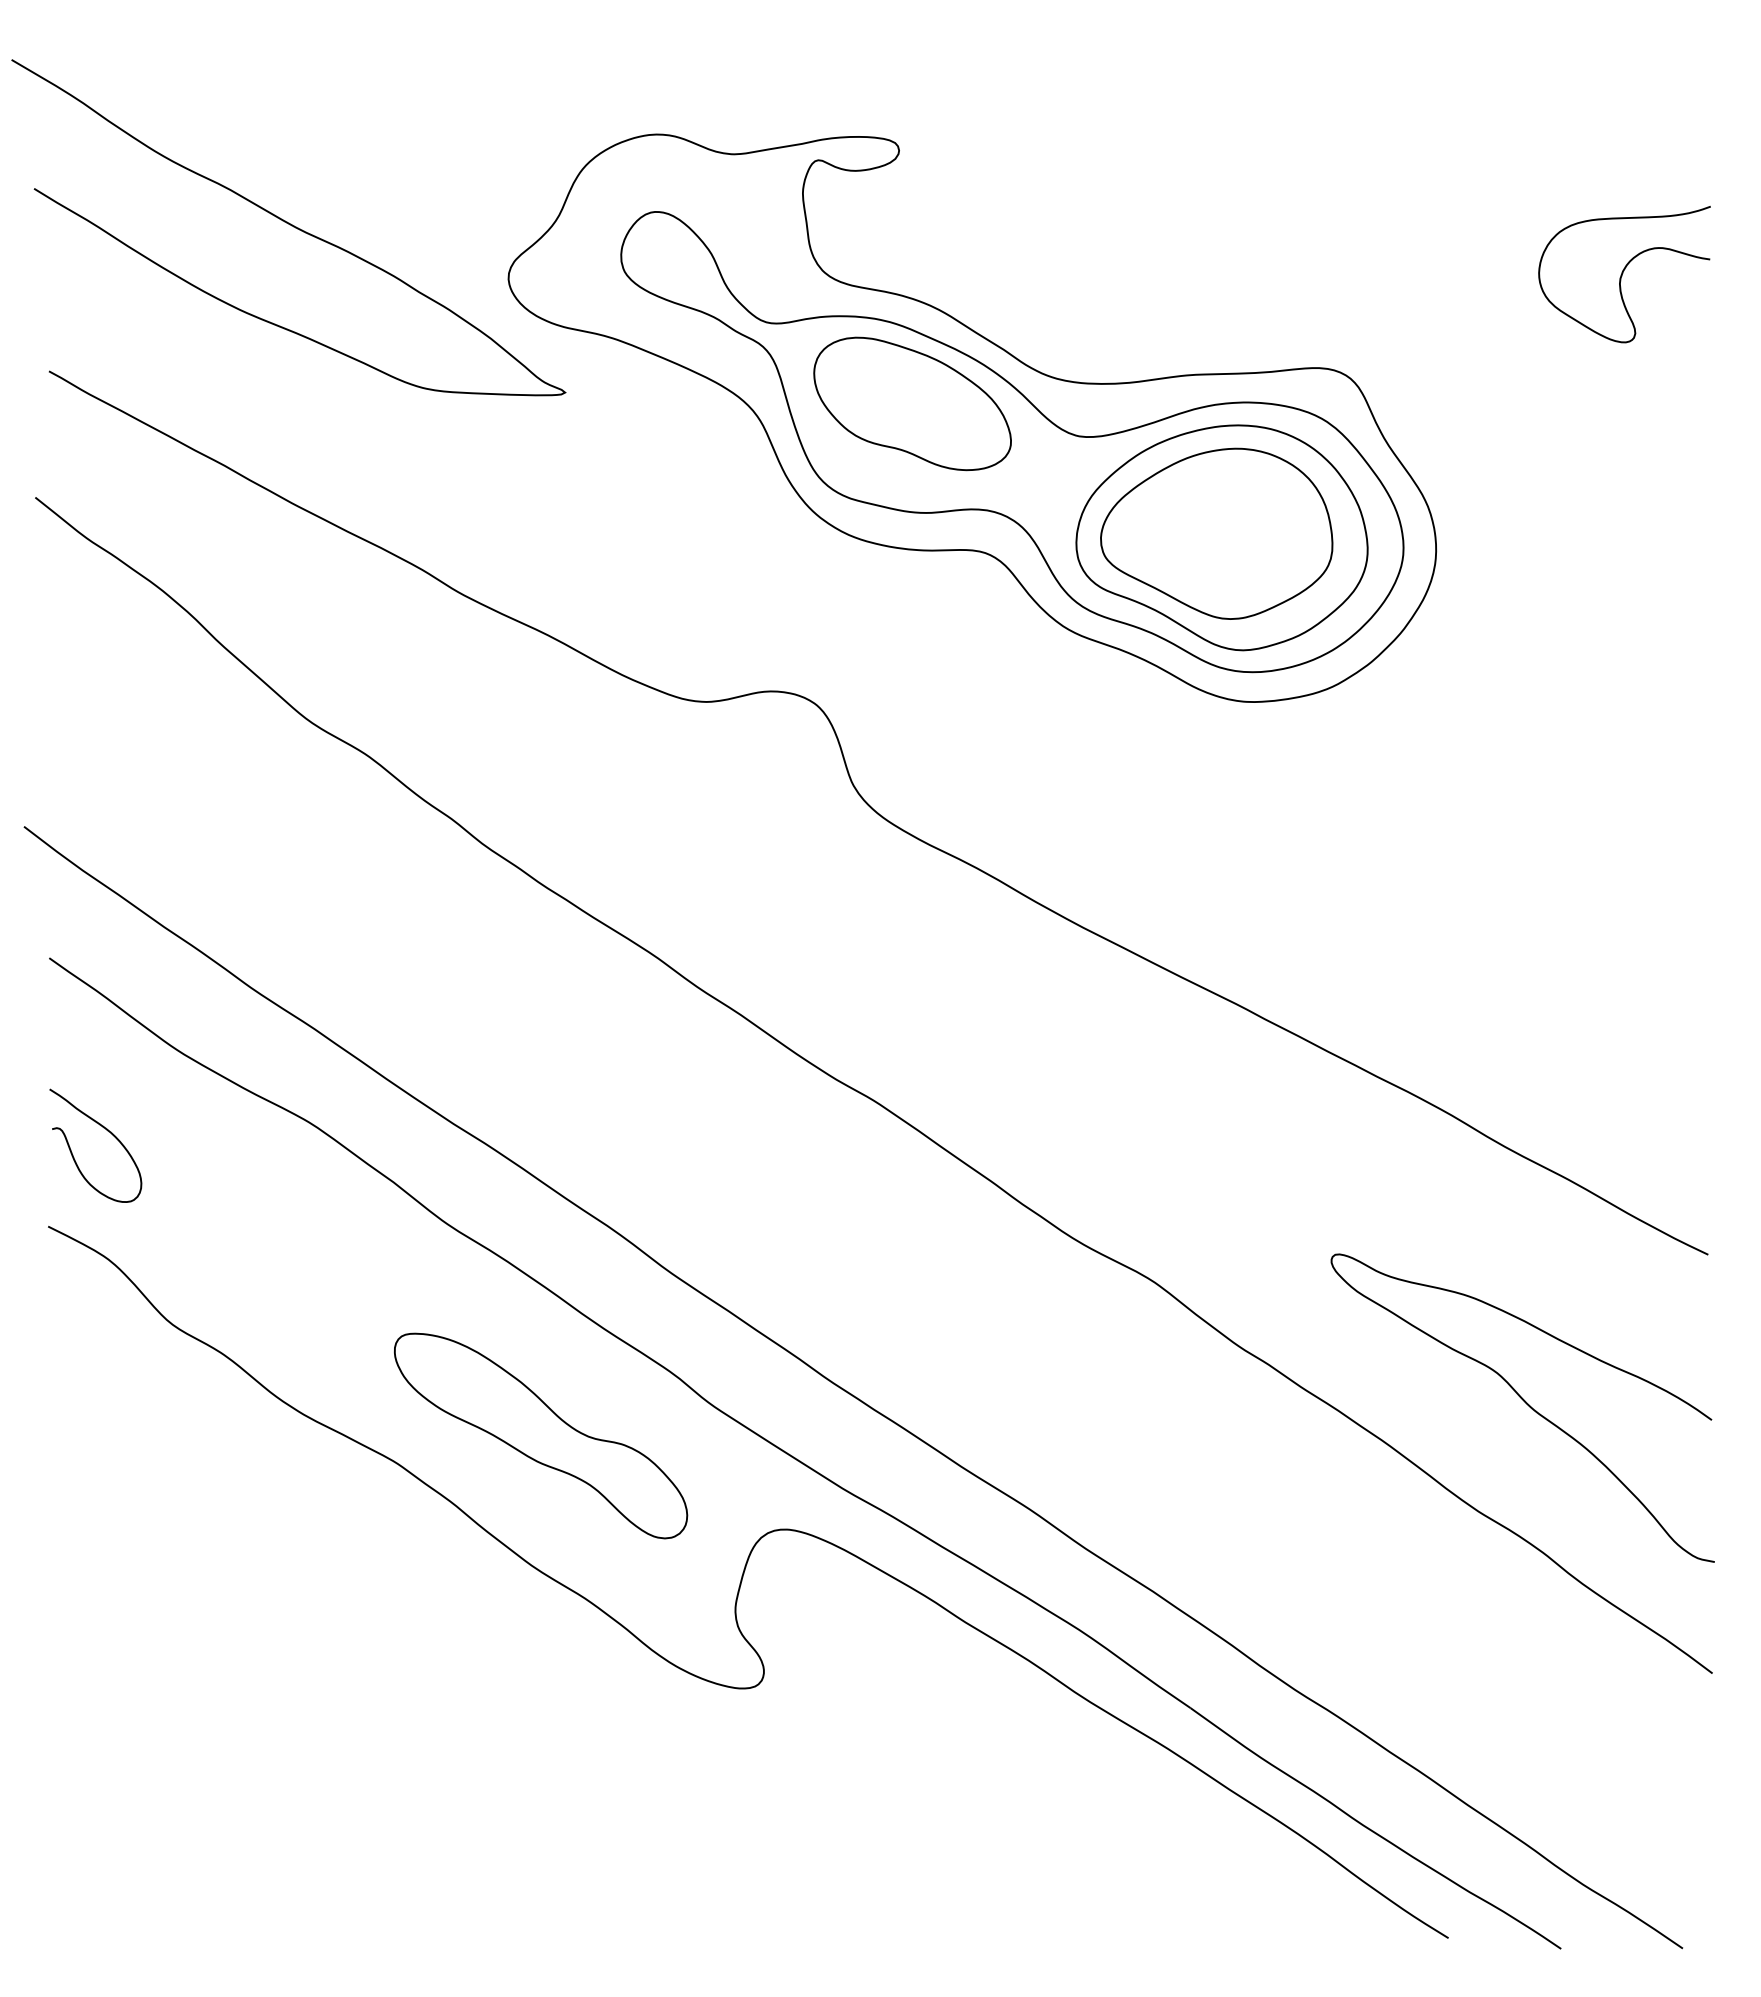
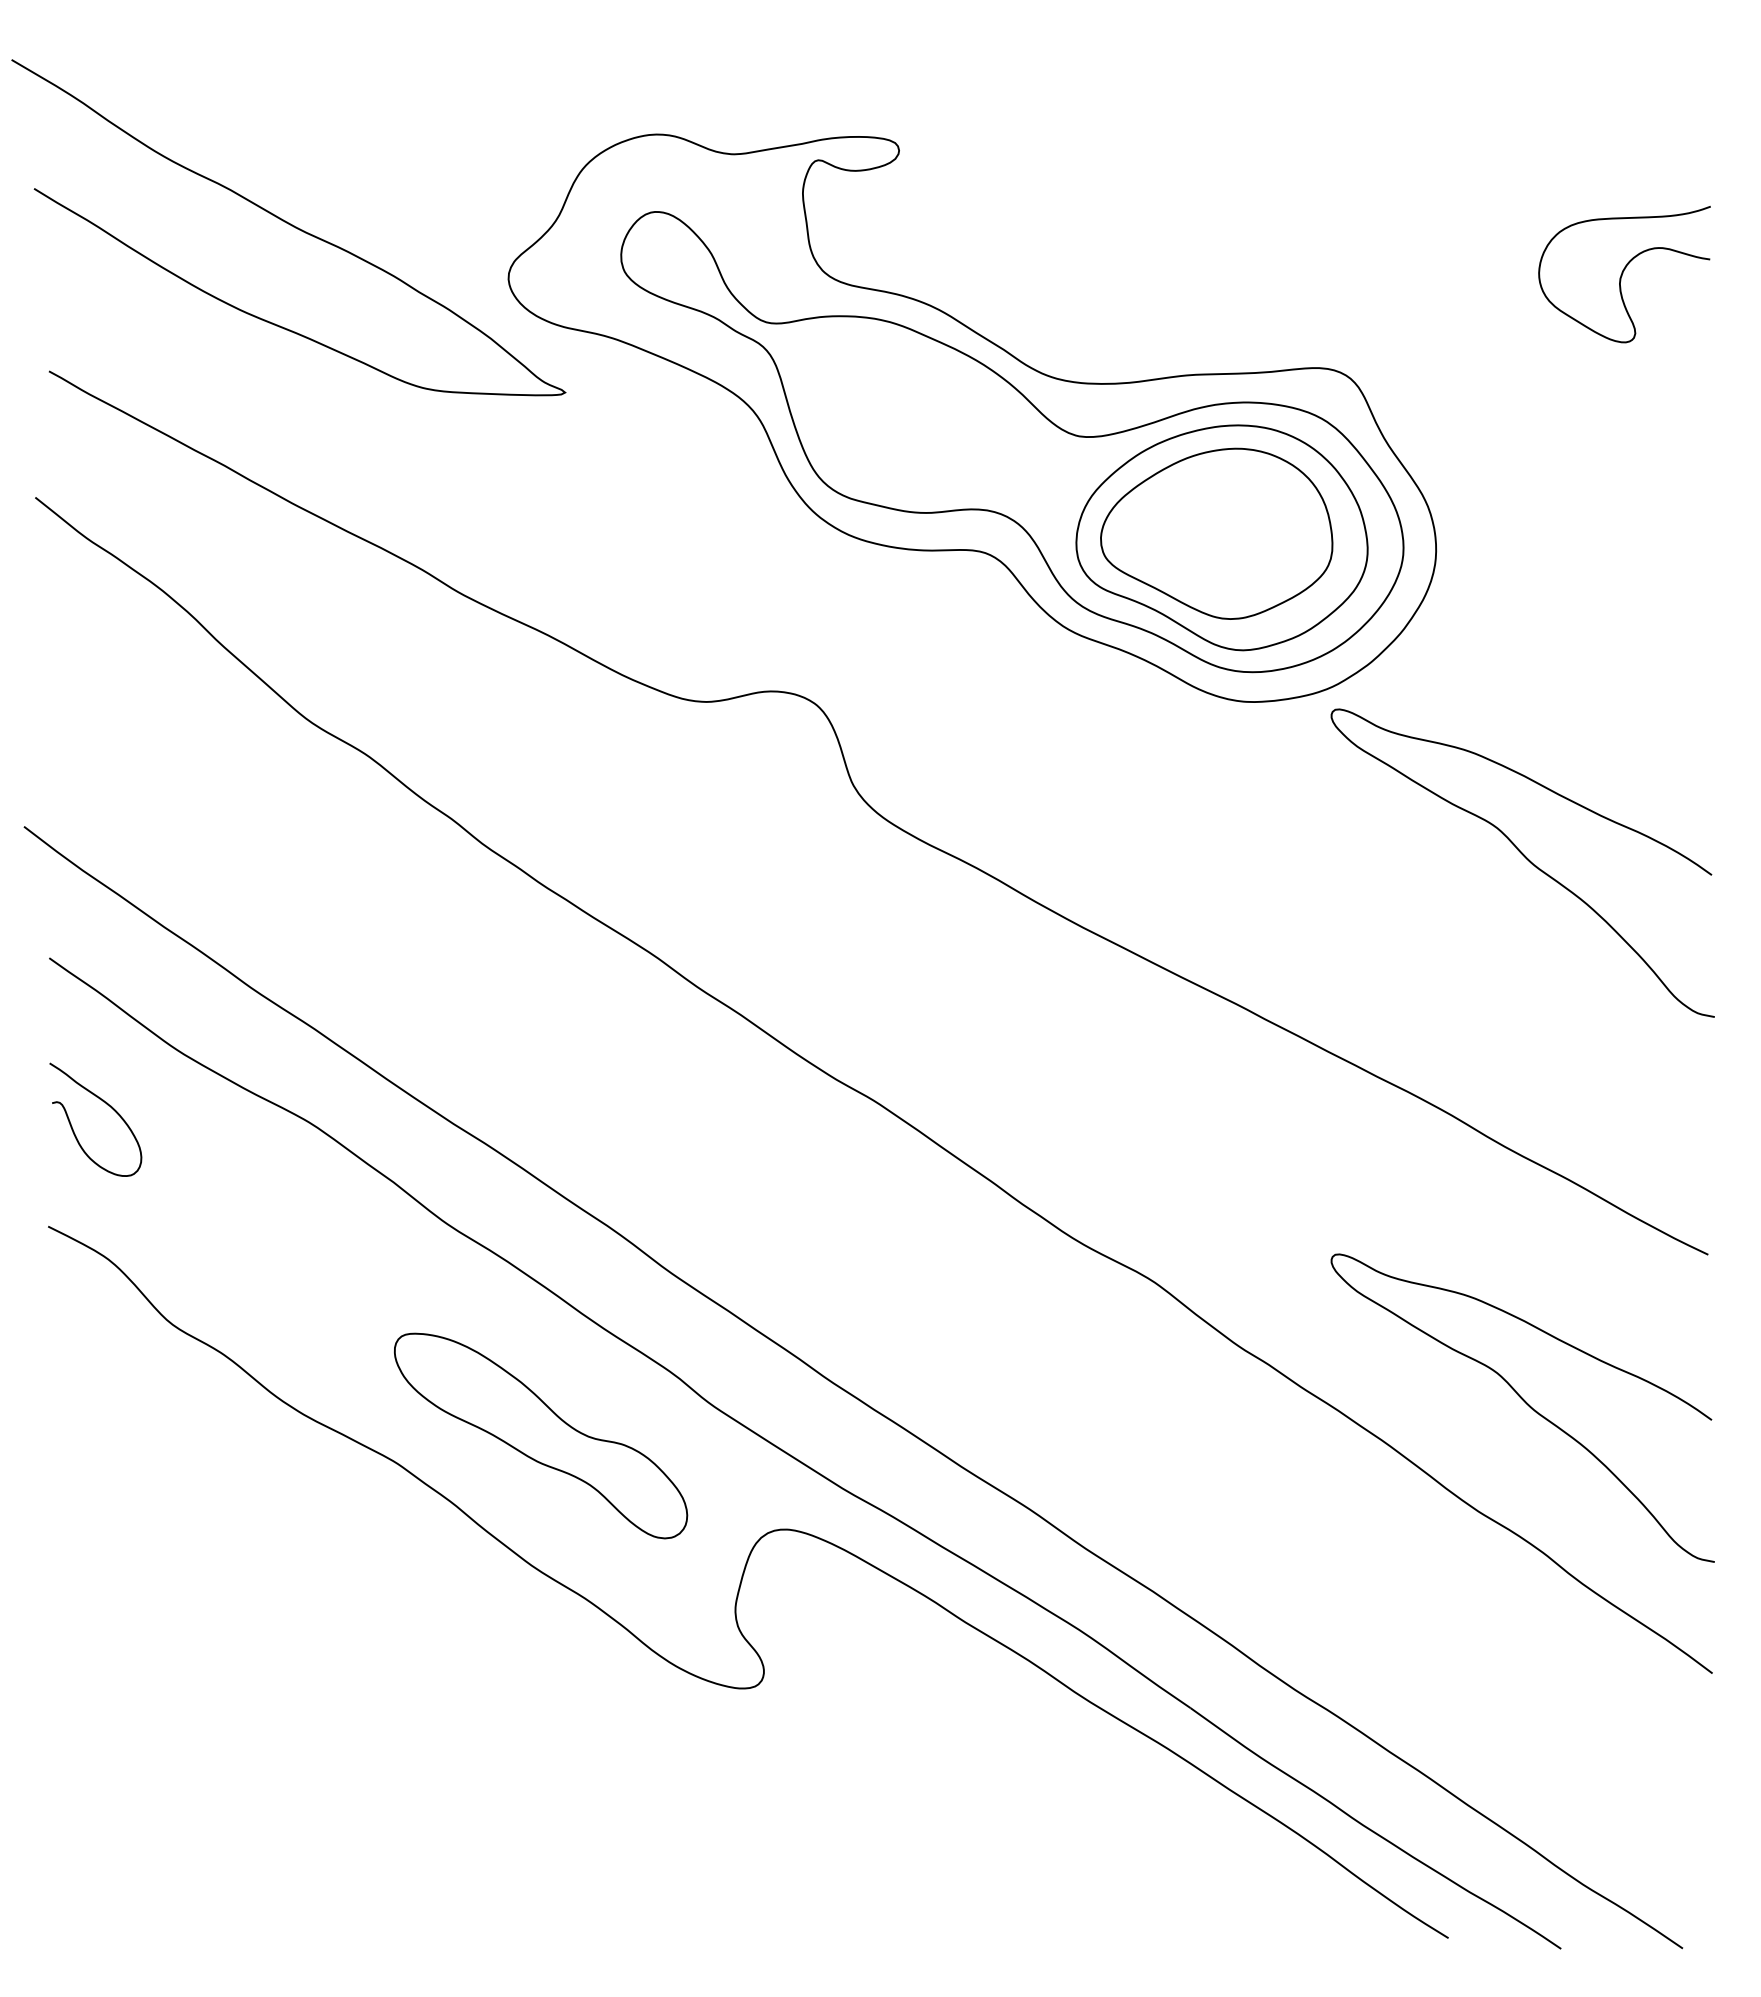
part at (912, 403): present -> none
curve at (1525, 858): none -> present
curve at (107, 1131) position: (107, 1131) -> (107, 1105)
